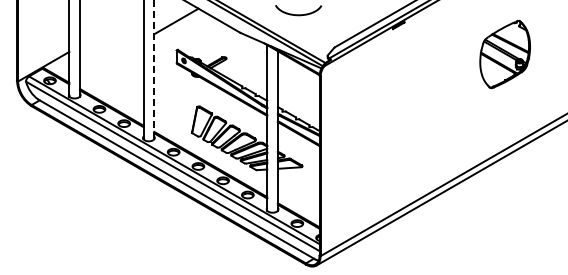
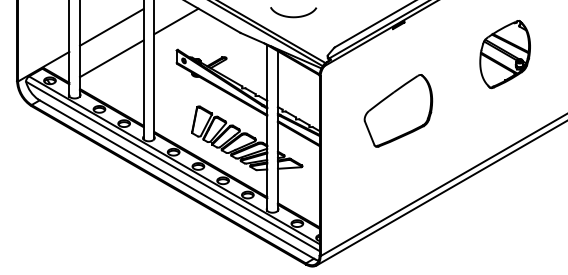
curve at (298, 14) position: (298, 14) -> (293, 16)
line at (111, 27): none -> present
line at (111, 58): none -> present
line at (154, 69): dashed -> solid
part at (398, 110): none -> present
